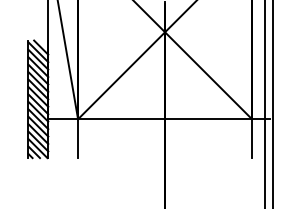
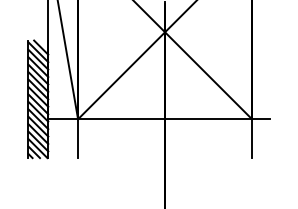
line at (264, 103): present -> none
line at (272, 103): present -> none
